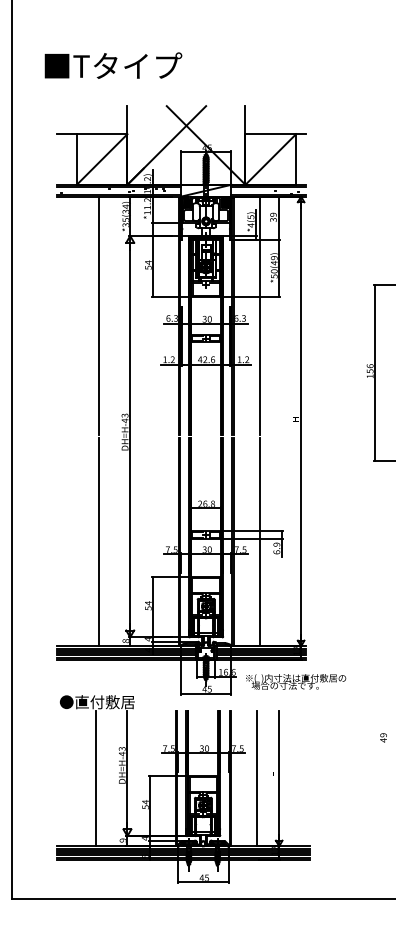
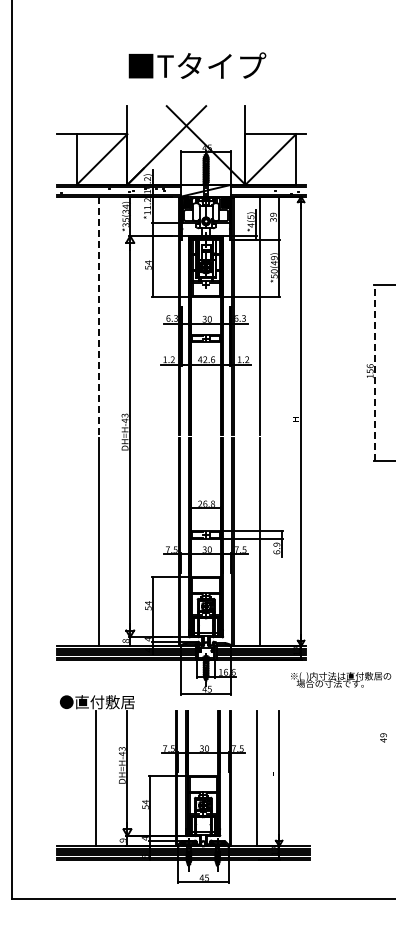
text at (113, 65) position: (113, 65) -> (197, 65)
line at (98, 316): solid -> dashed
line at (374, 372): solid -> dashed
text at (296, 681) position: (296, 681) -> (341, 679)
